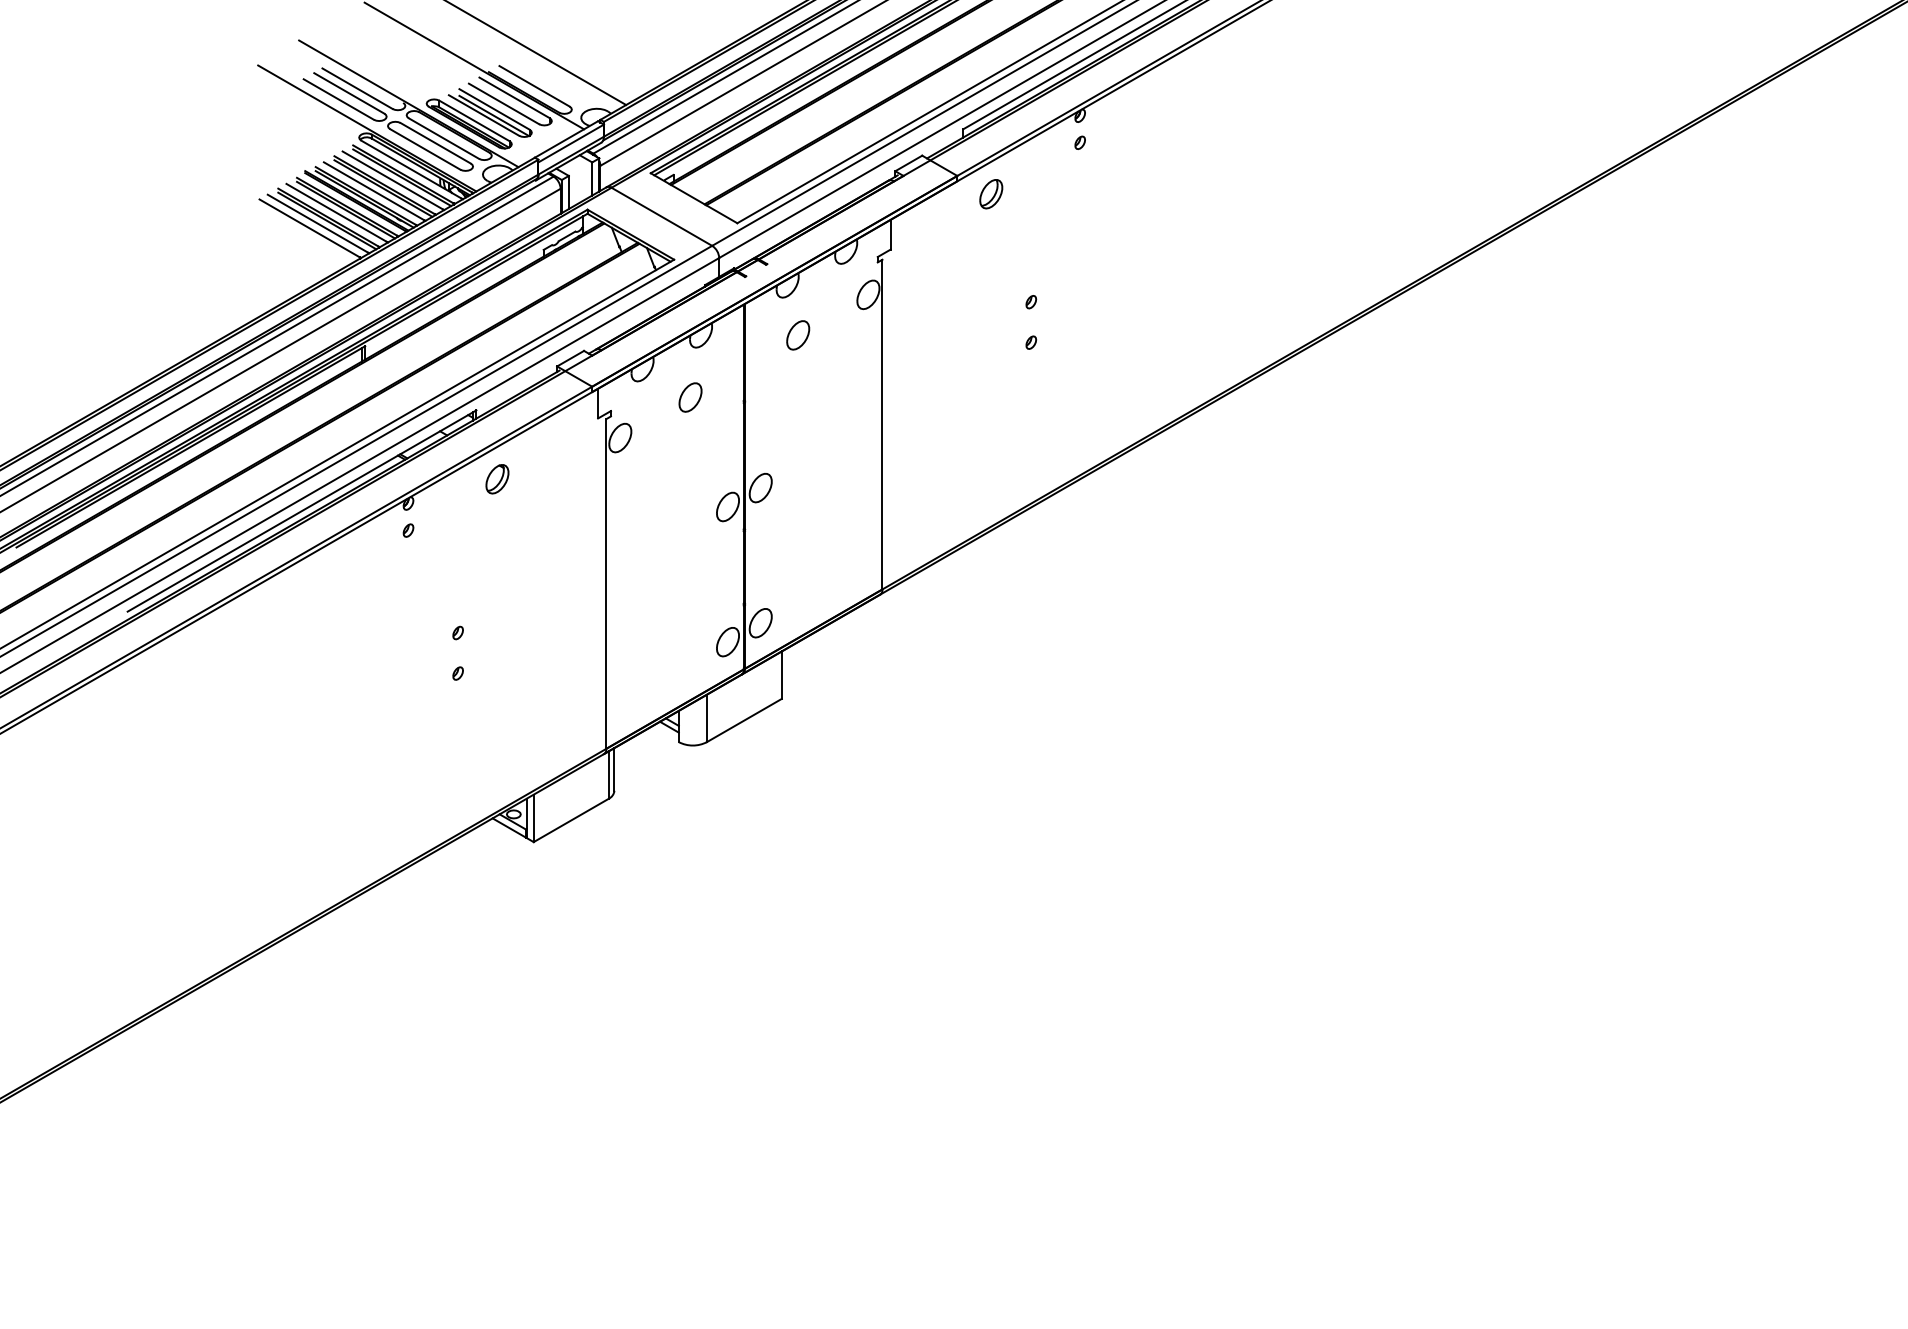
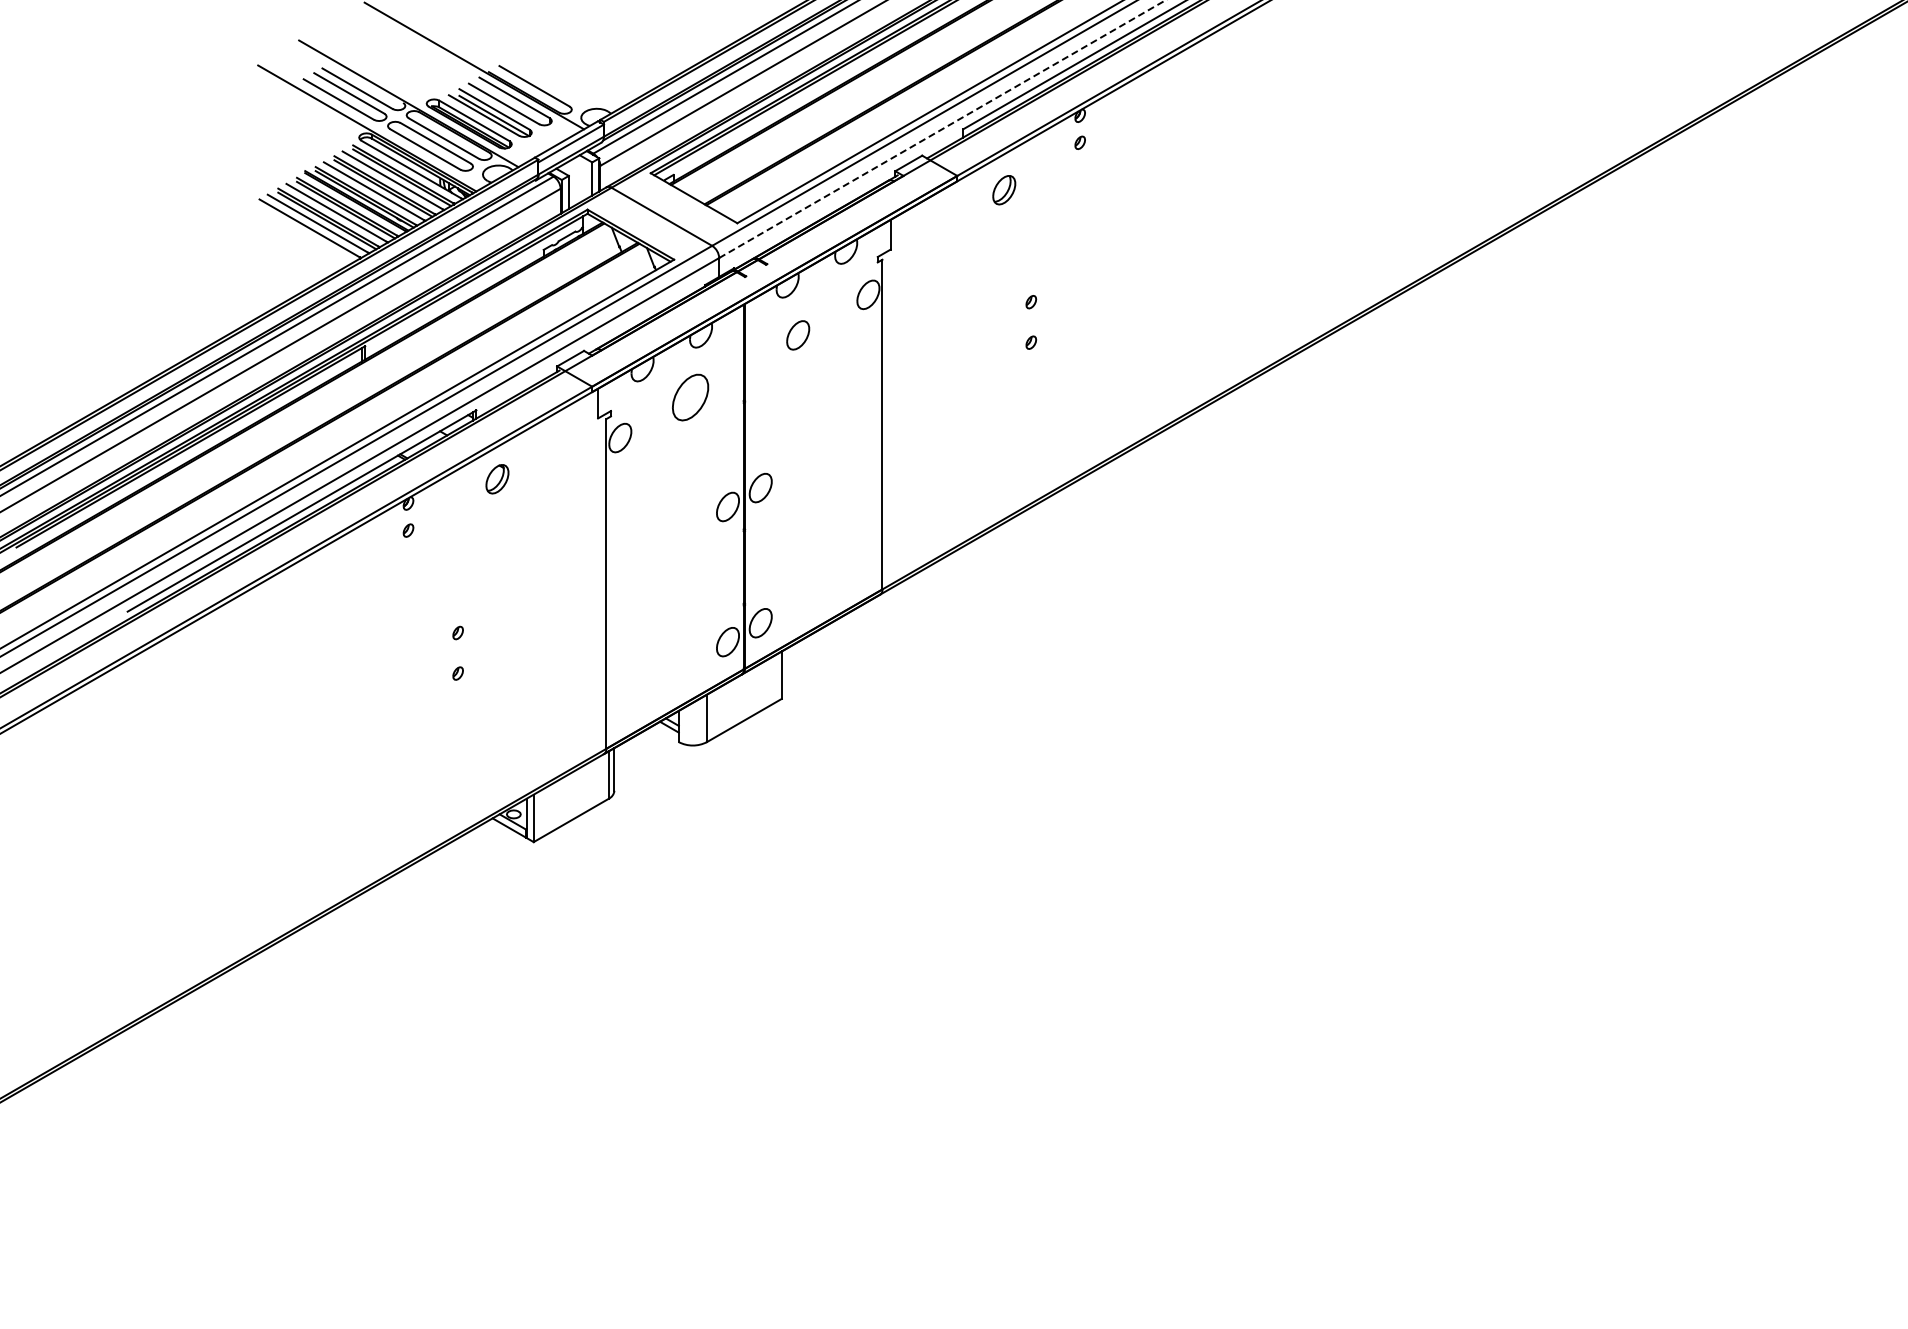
line at (536, 53): present -> none
line at (942, 129): solid -> dashed
part at (991, 194) position: (991, 194) -> (1004, 190)
part at (690, 397) size: 25x31 px -> 38x49 px
